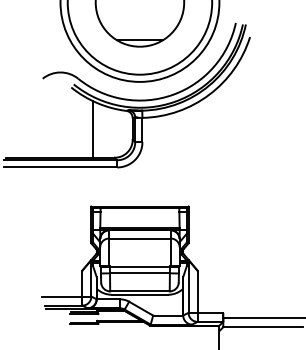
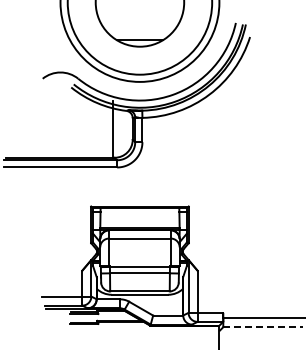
line at (93, 129) position: (93, 129) -> (113, 129)
line at (262, 327): solid -> dashed
